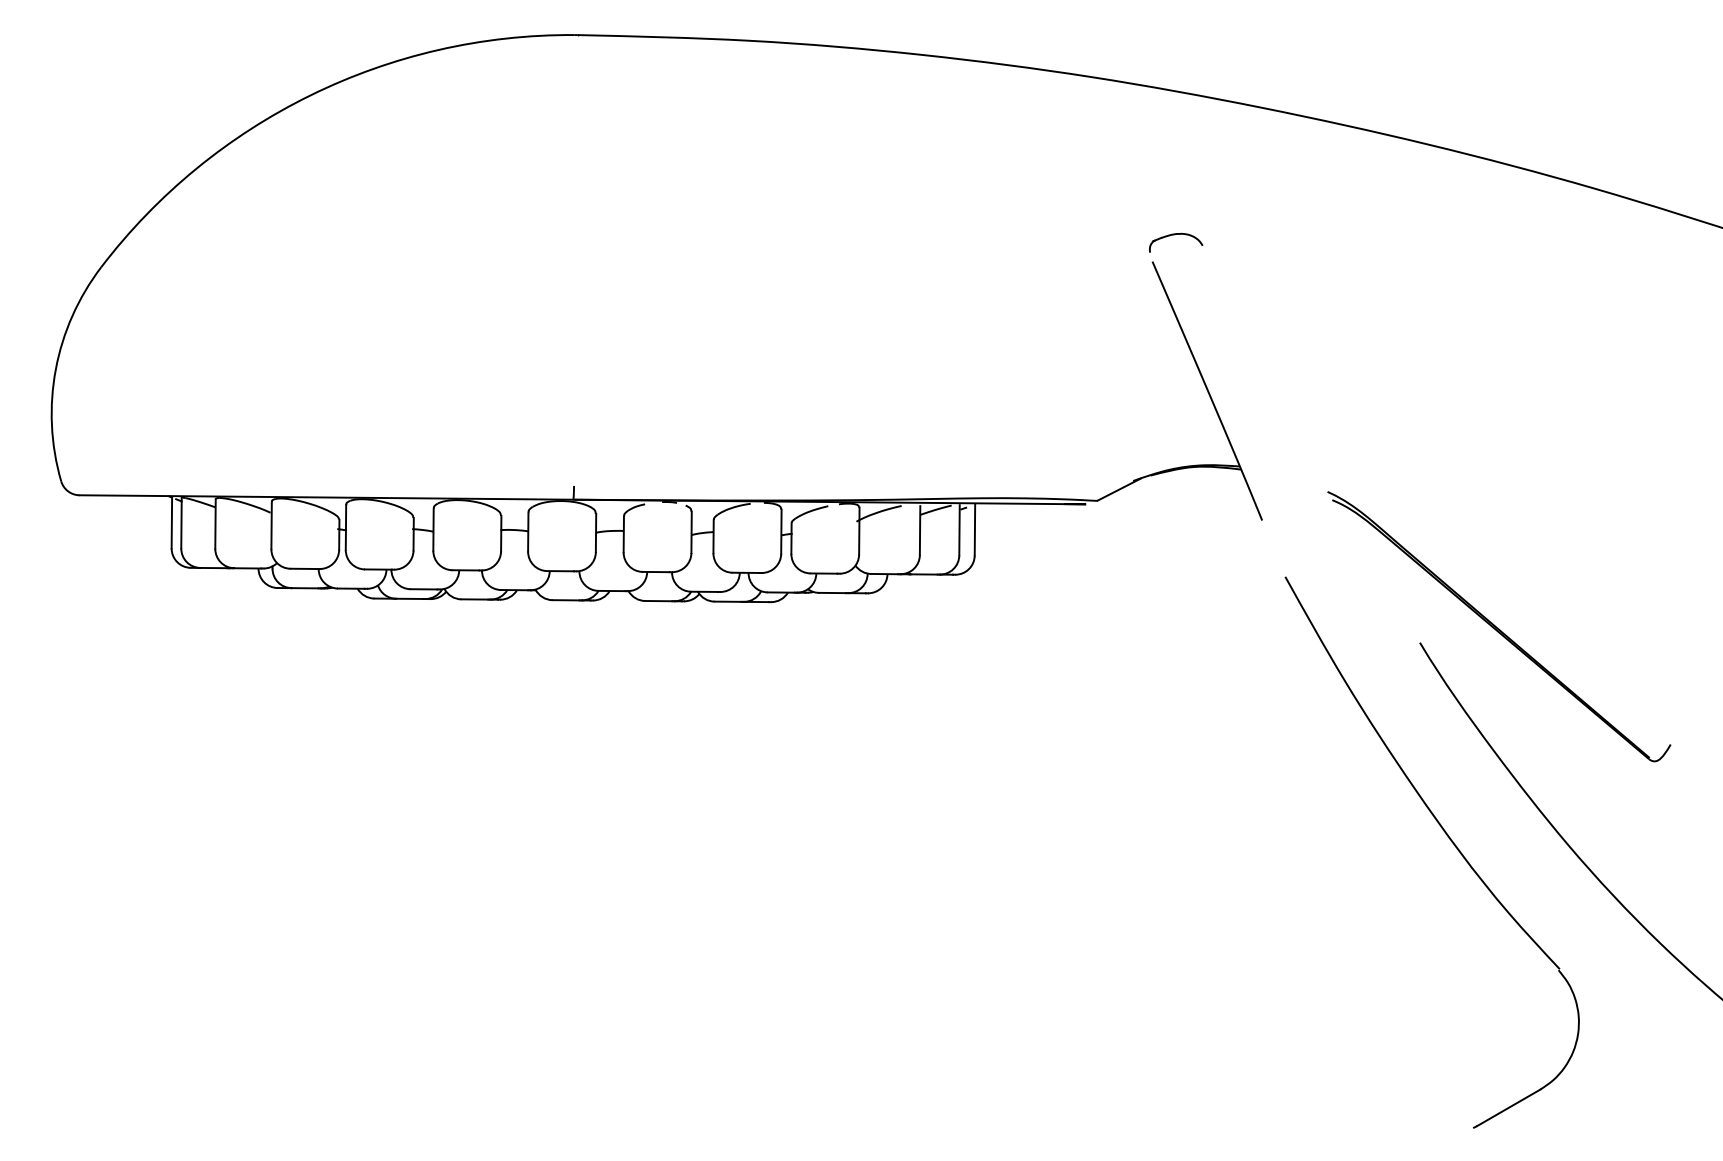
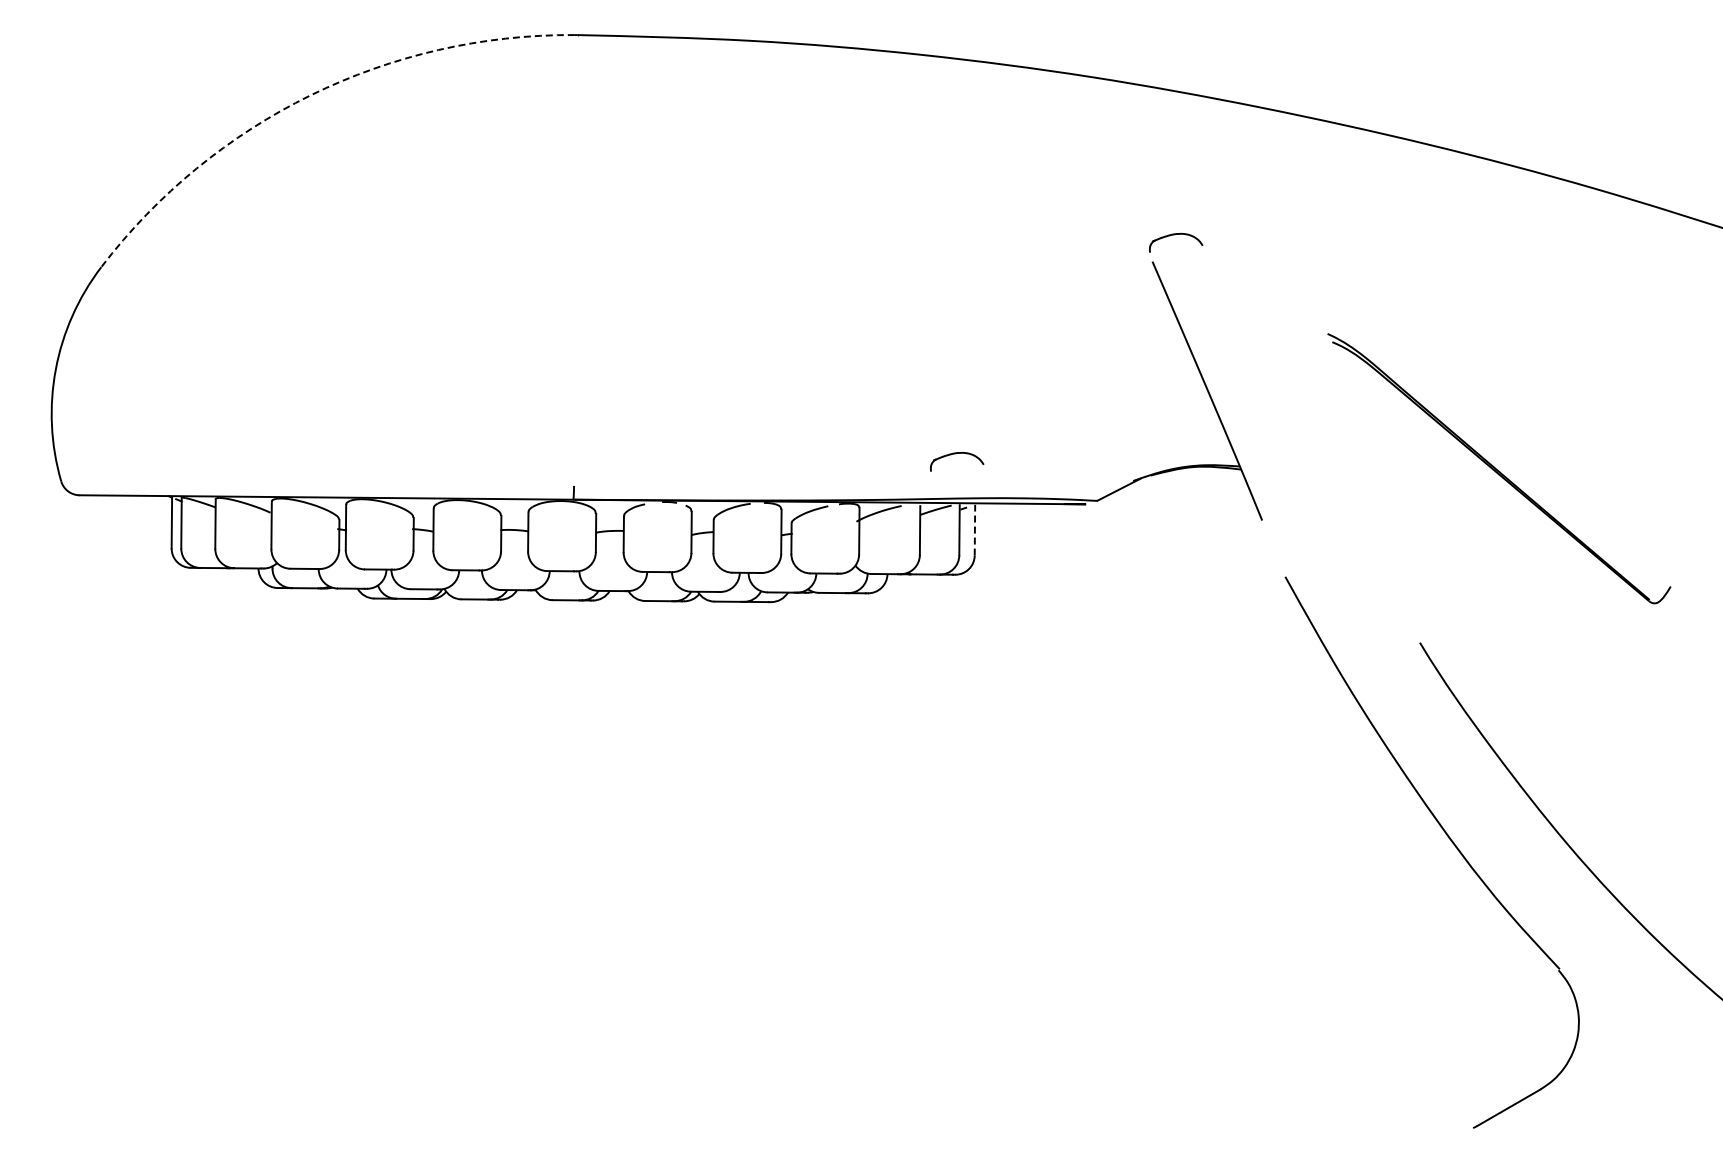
arc at (310, 95): solid -> dashed
part at (956, 454): none -> present
line at (974, 529): solid -> dashed
part at (1499, 626) position: (1499, 626) -> (1499, 468)
